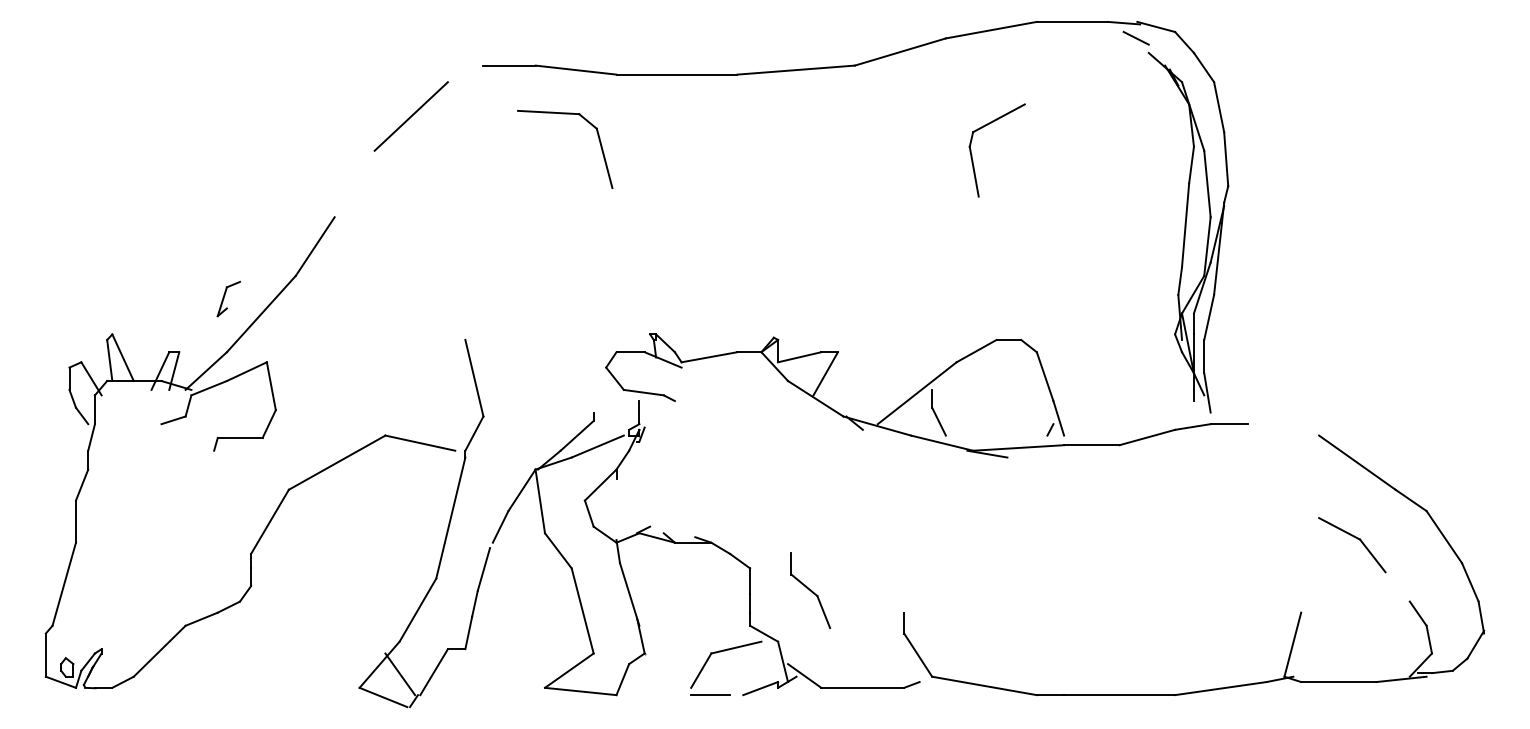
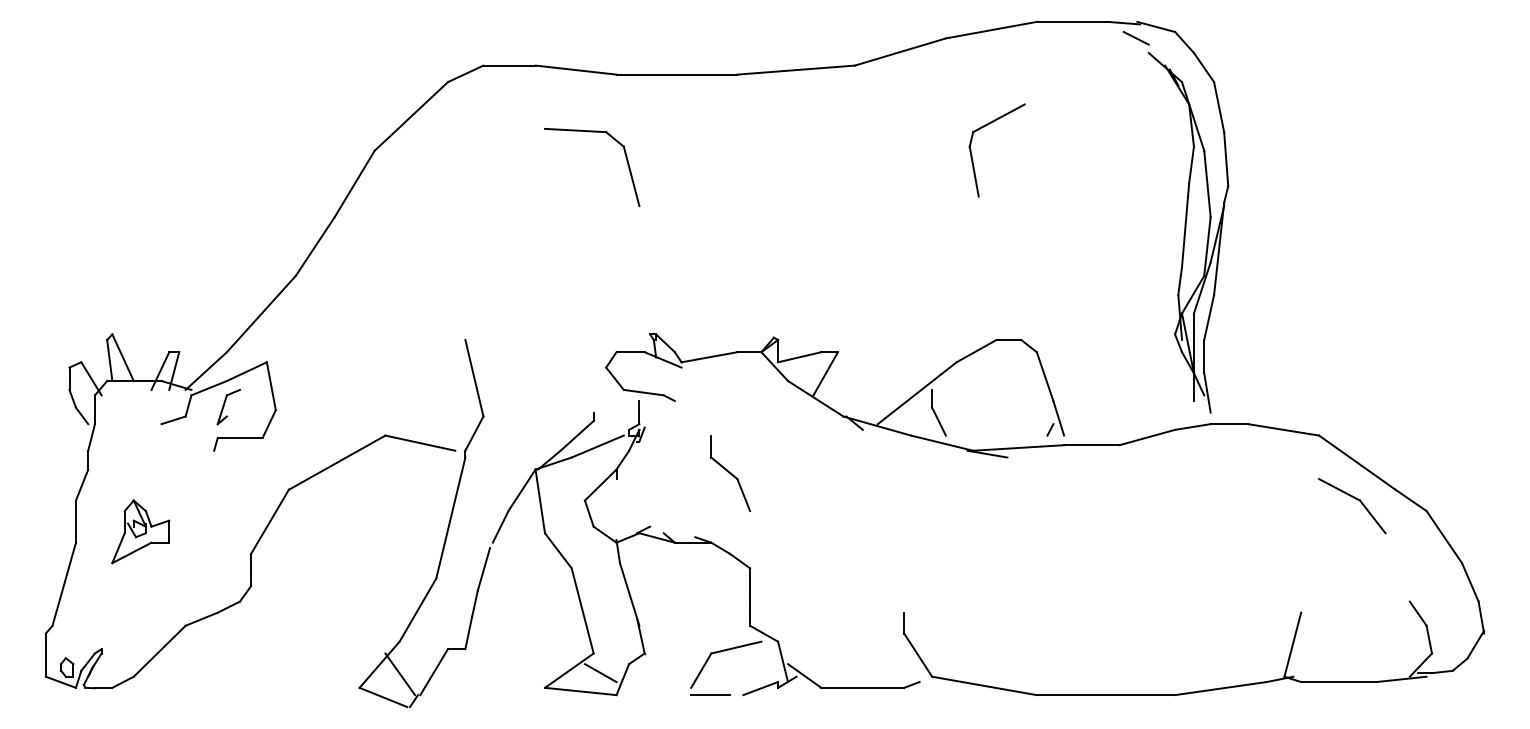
line at (465, 73): none -> present
part at (598, 139) position: (598, 139) -> (625, 157)
line at (354, 183): none -> present
part at (228, 298) position: (228, 298) -> (228, 406)
line at (1283, 429): none -> present
part at (140, 531): none -> present
part at (1355, 538) position: (1355, 538) -> (1355, 499)
part at (810, 590) position: (810, 590) -> (730, 473)
line at (600, 673): none -> present
